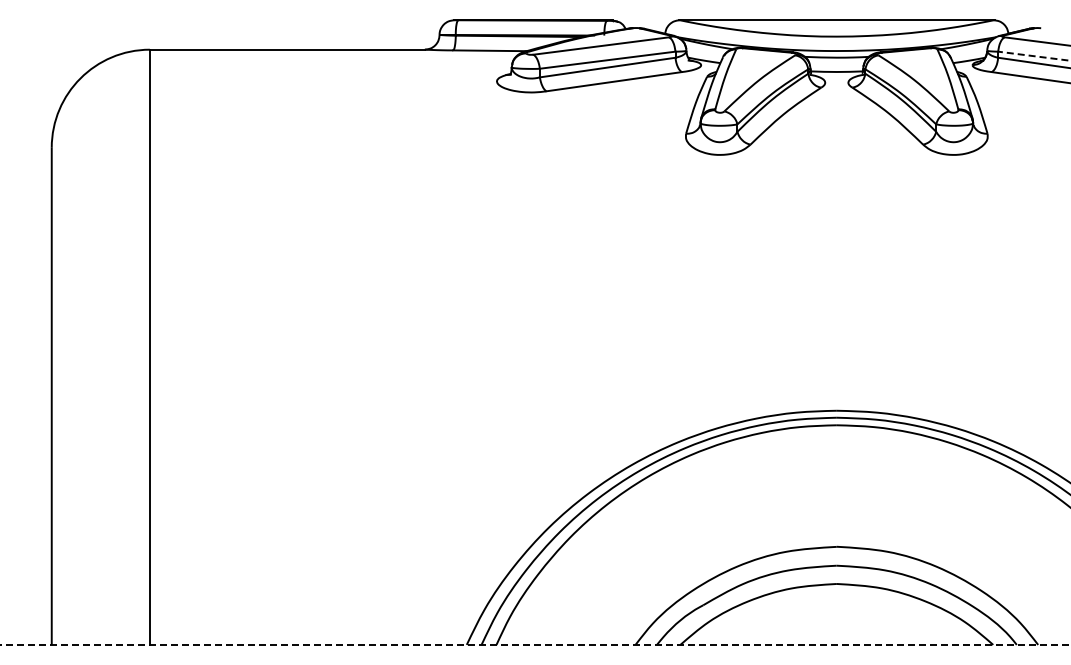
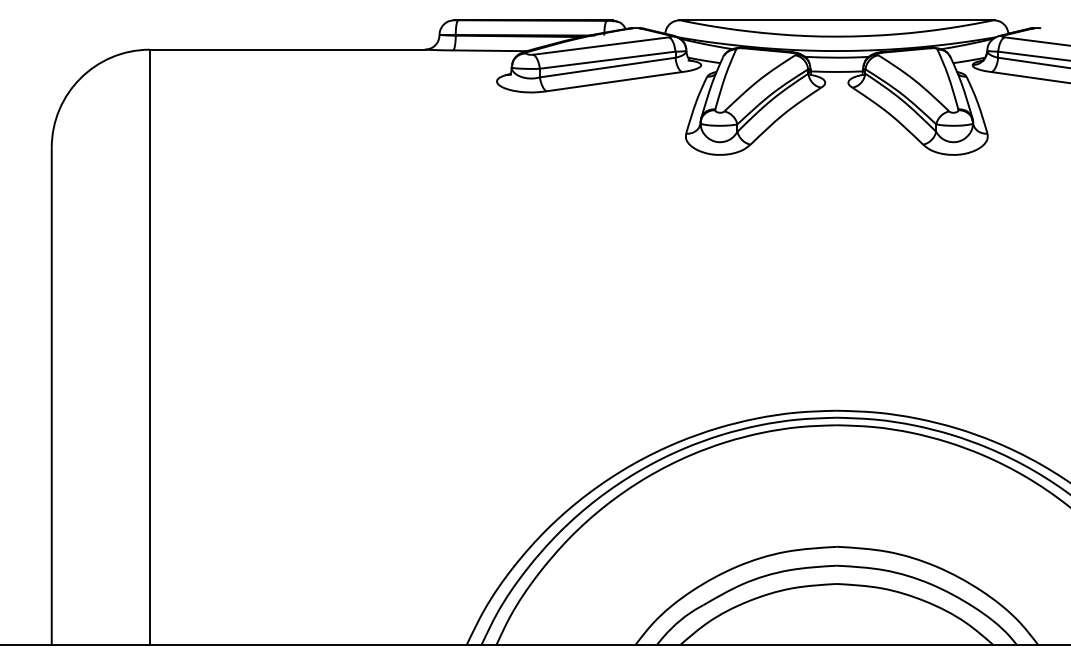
line at (1033, 56): dashed -> solid
line at (535, 644): dashed -> solid
